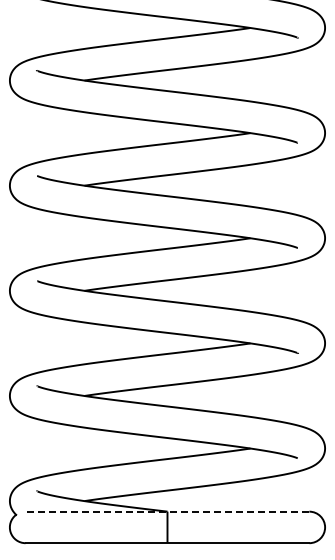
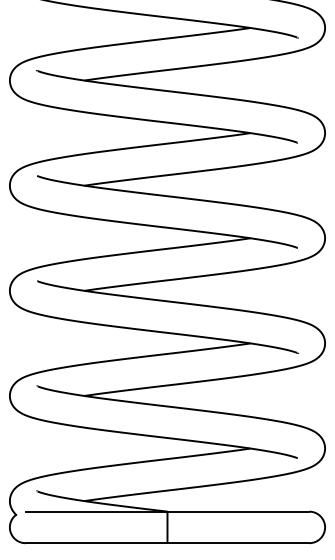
line at (167, 511): dashed -> solid
